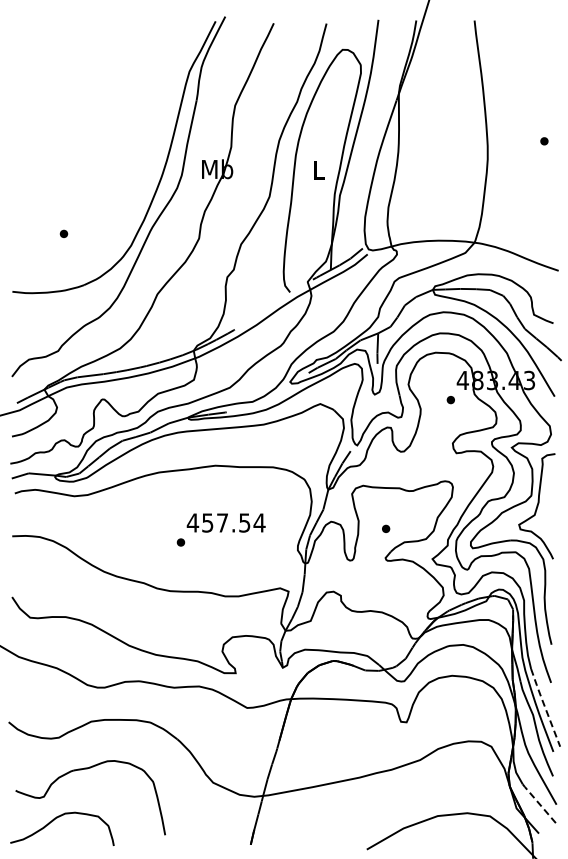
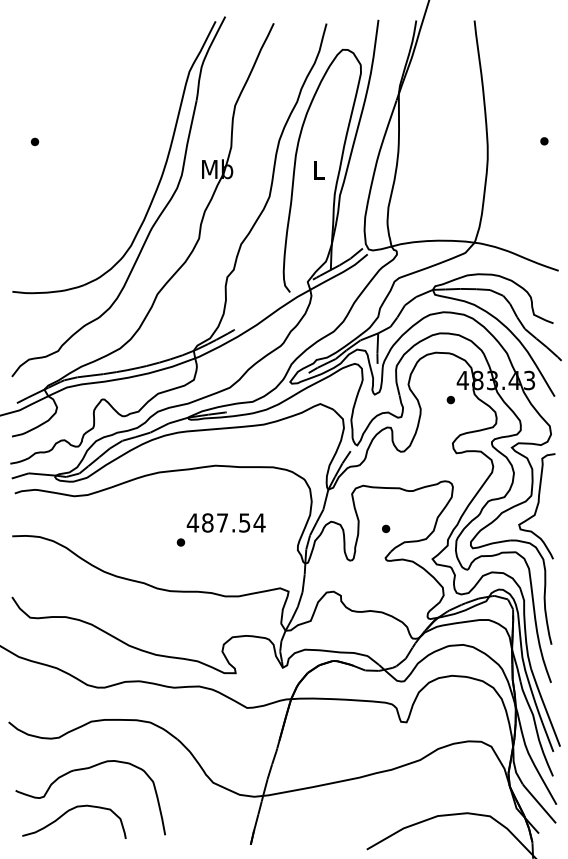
part at (63, 233) position: (63, 233) -> (34, 141)
text at (207, 522): 457.54 -> 487.54
line at (545, 707): dashed -> solid
line at (539, 803): dashed -> solid
curve at (57, 818) position: (57, 818) -> (69, 811)
